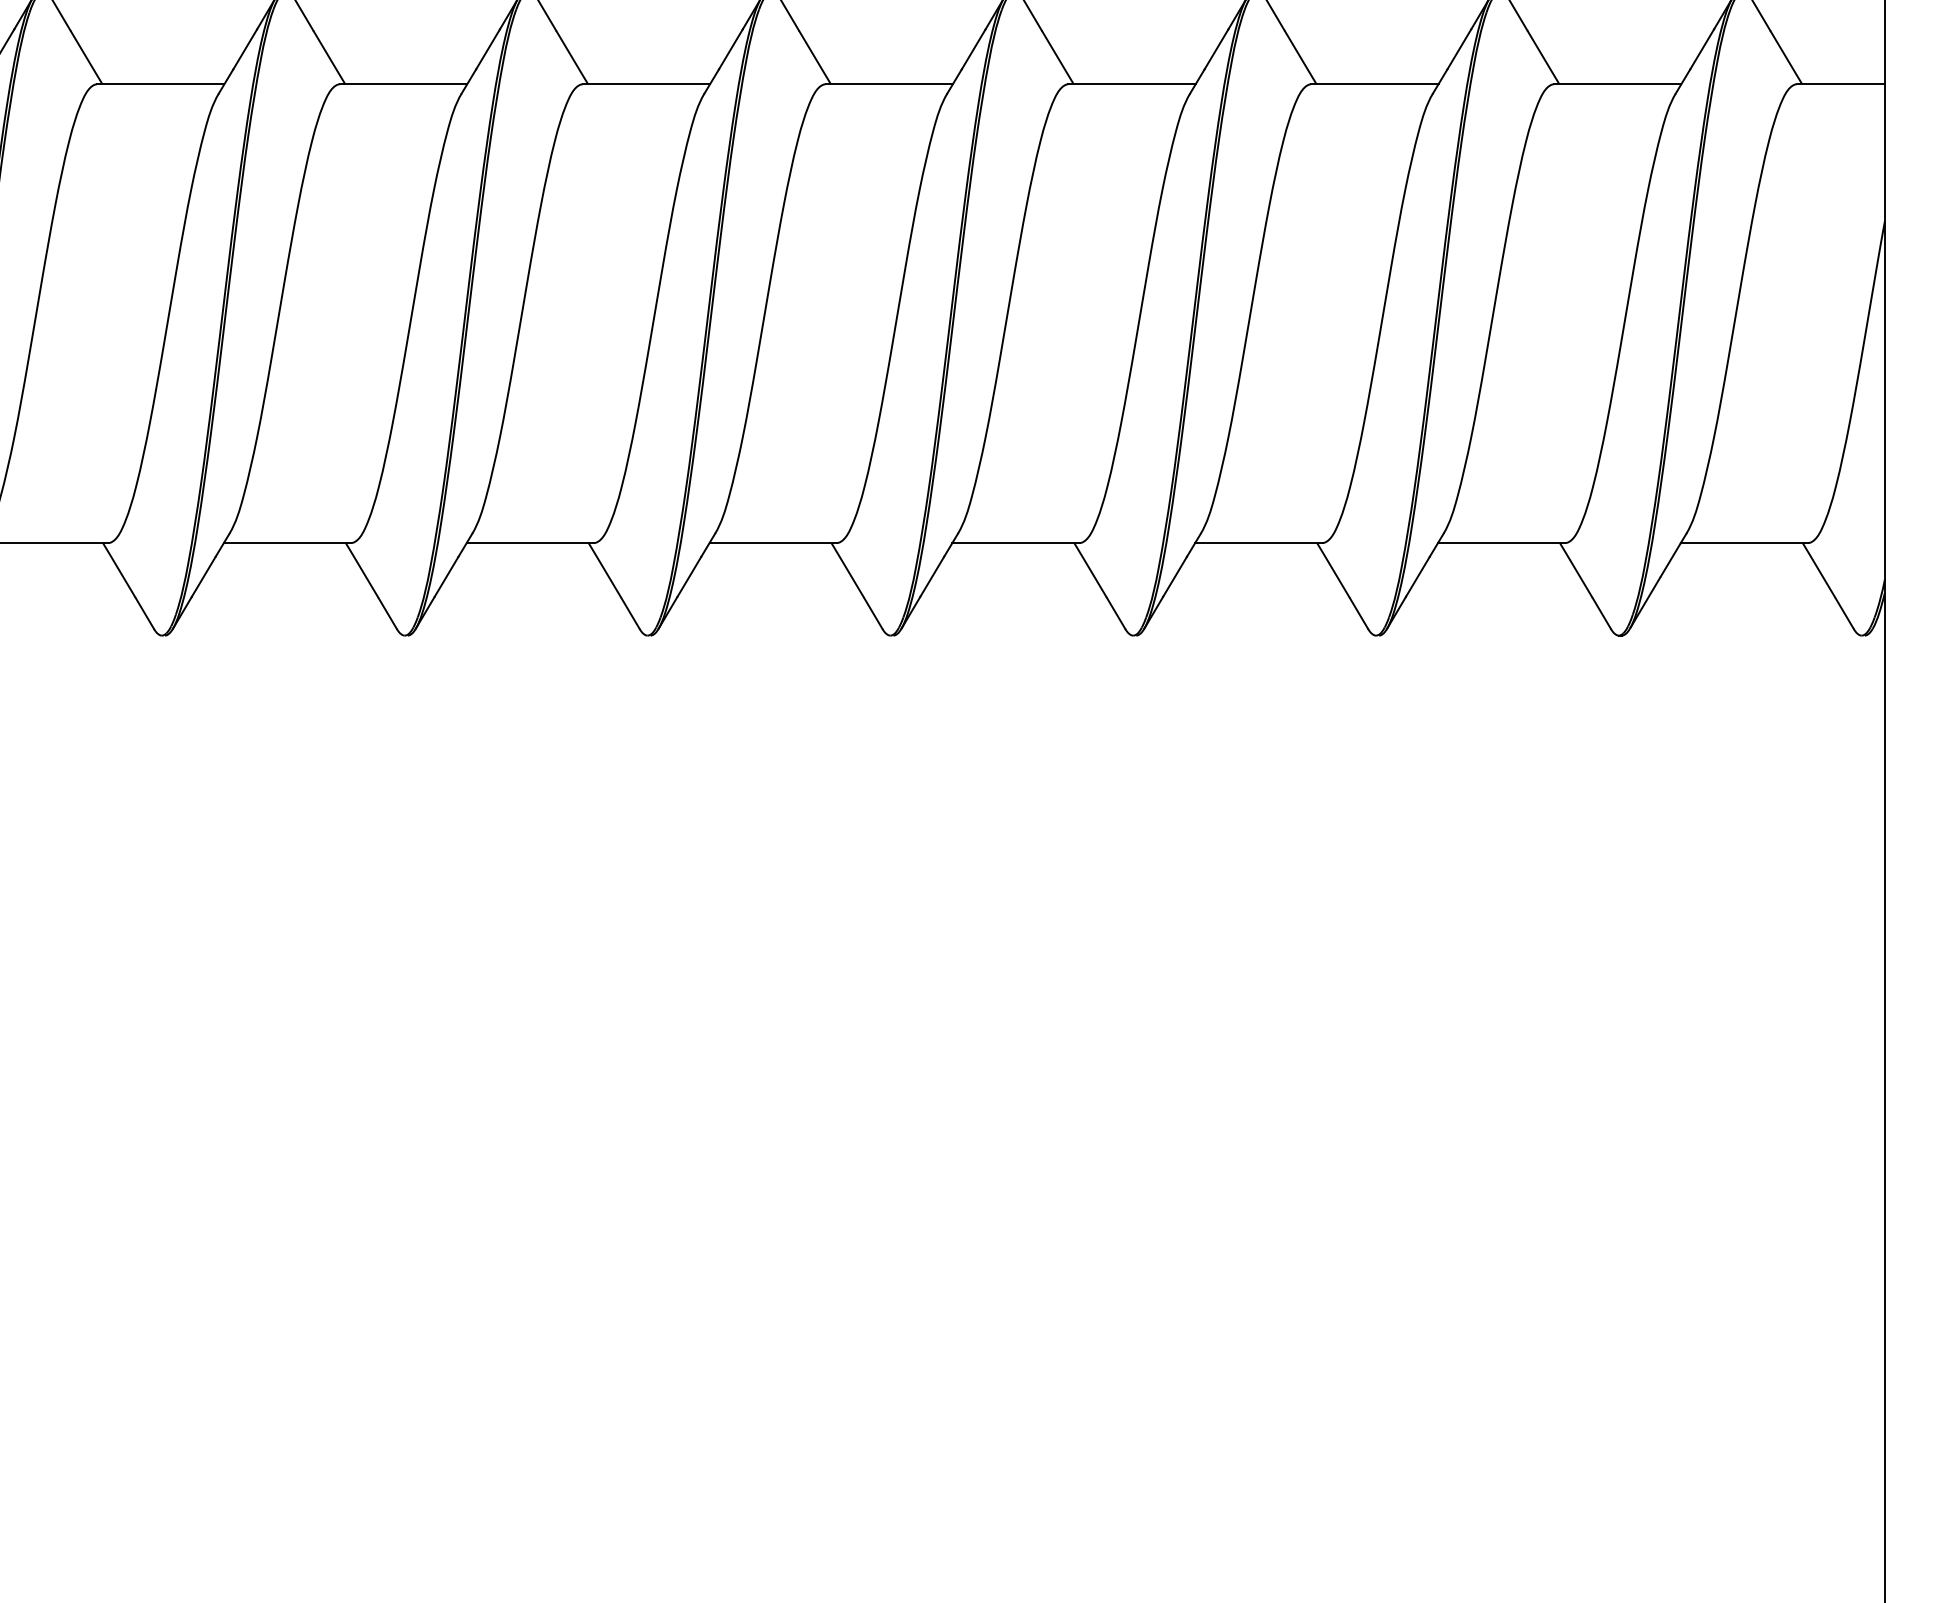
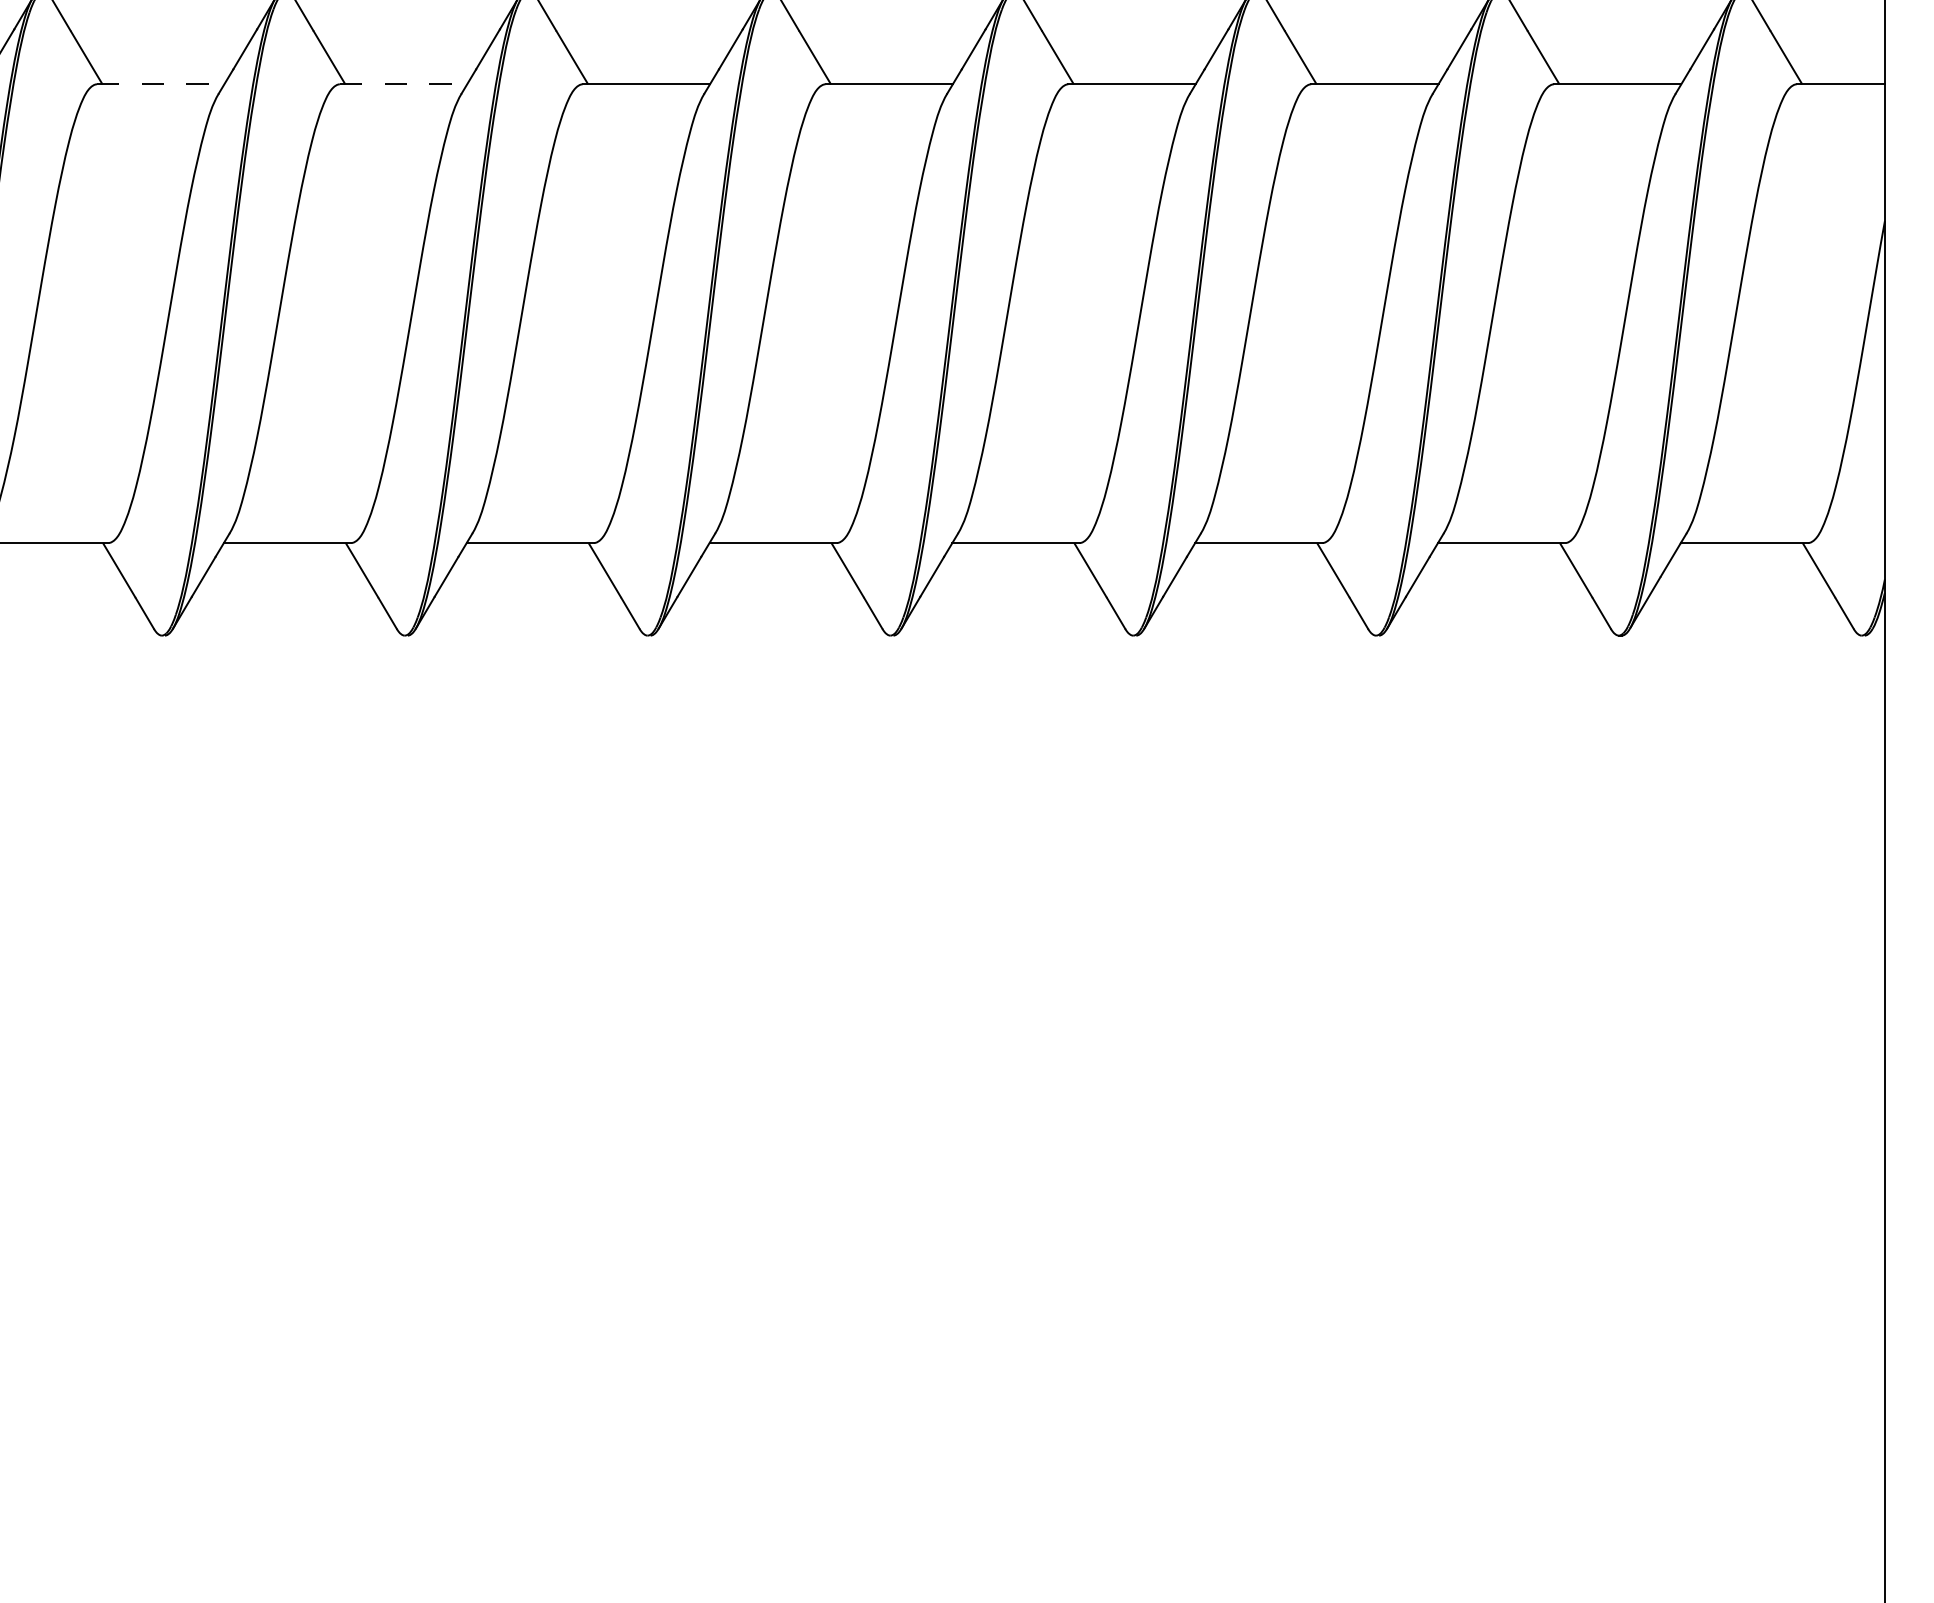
line at (160, 84): solid -> dashed
line at (403, 84): solid -> dashed
